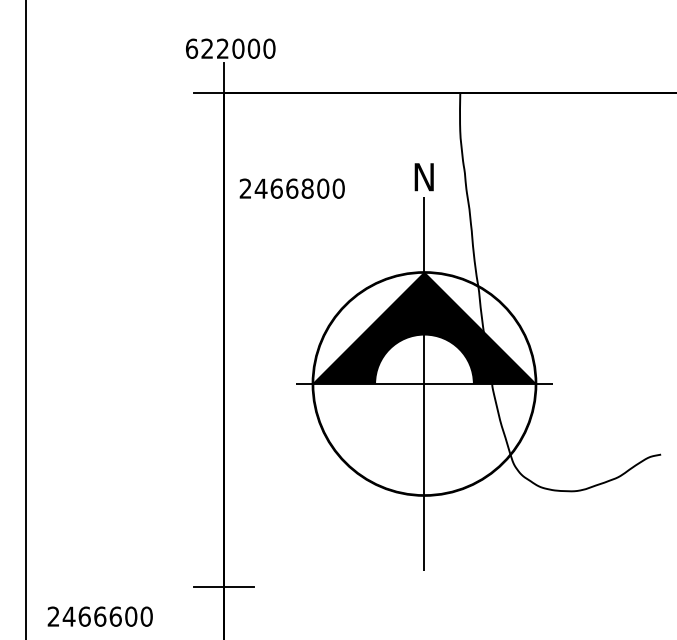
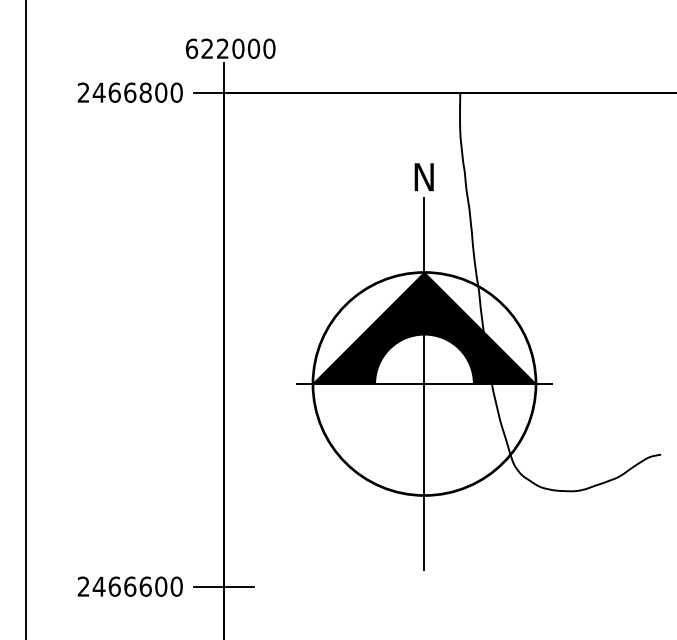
text at (291, 188) position: (291, 188) -> (129, 92)
text at (99, 616) position: (99, 616) -> (129, 586)
